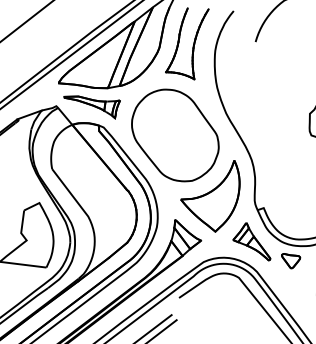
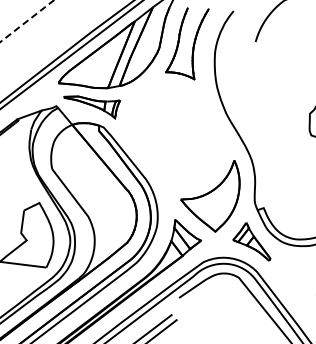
line at (27, 20): solid -> dashed
part at (175, 135): present -> none
part at (291, 261): present -> none
